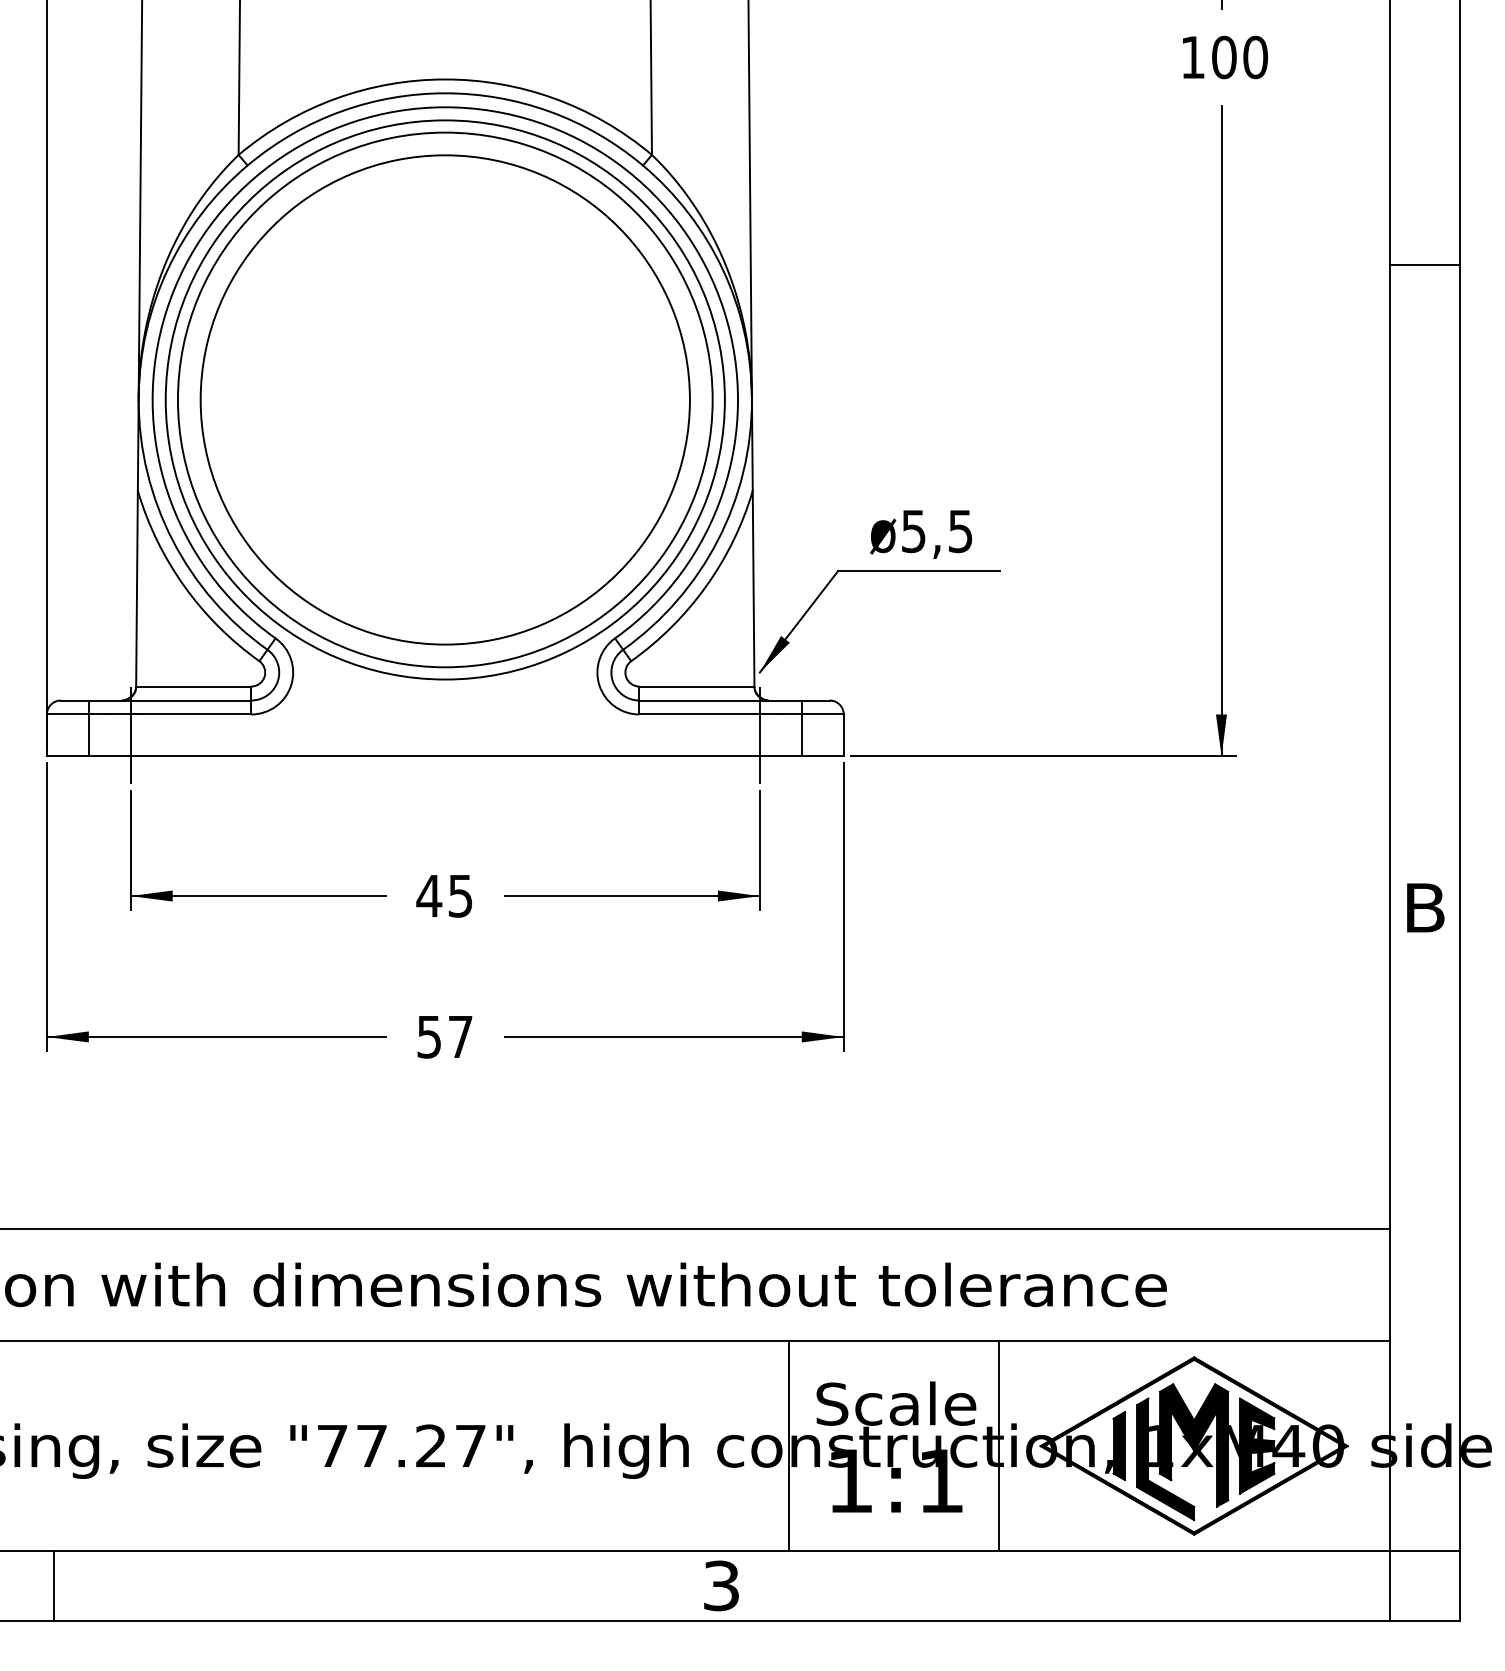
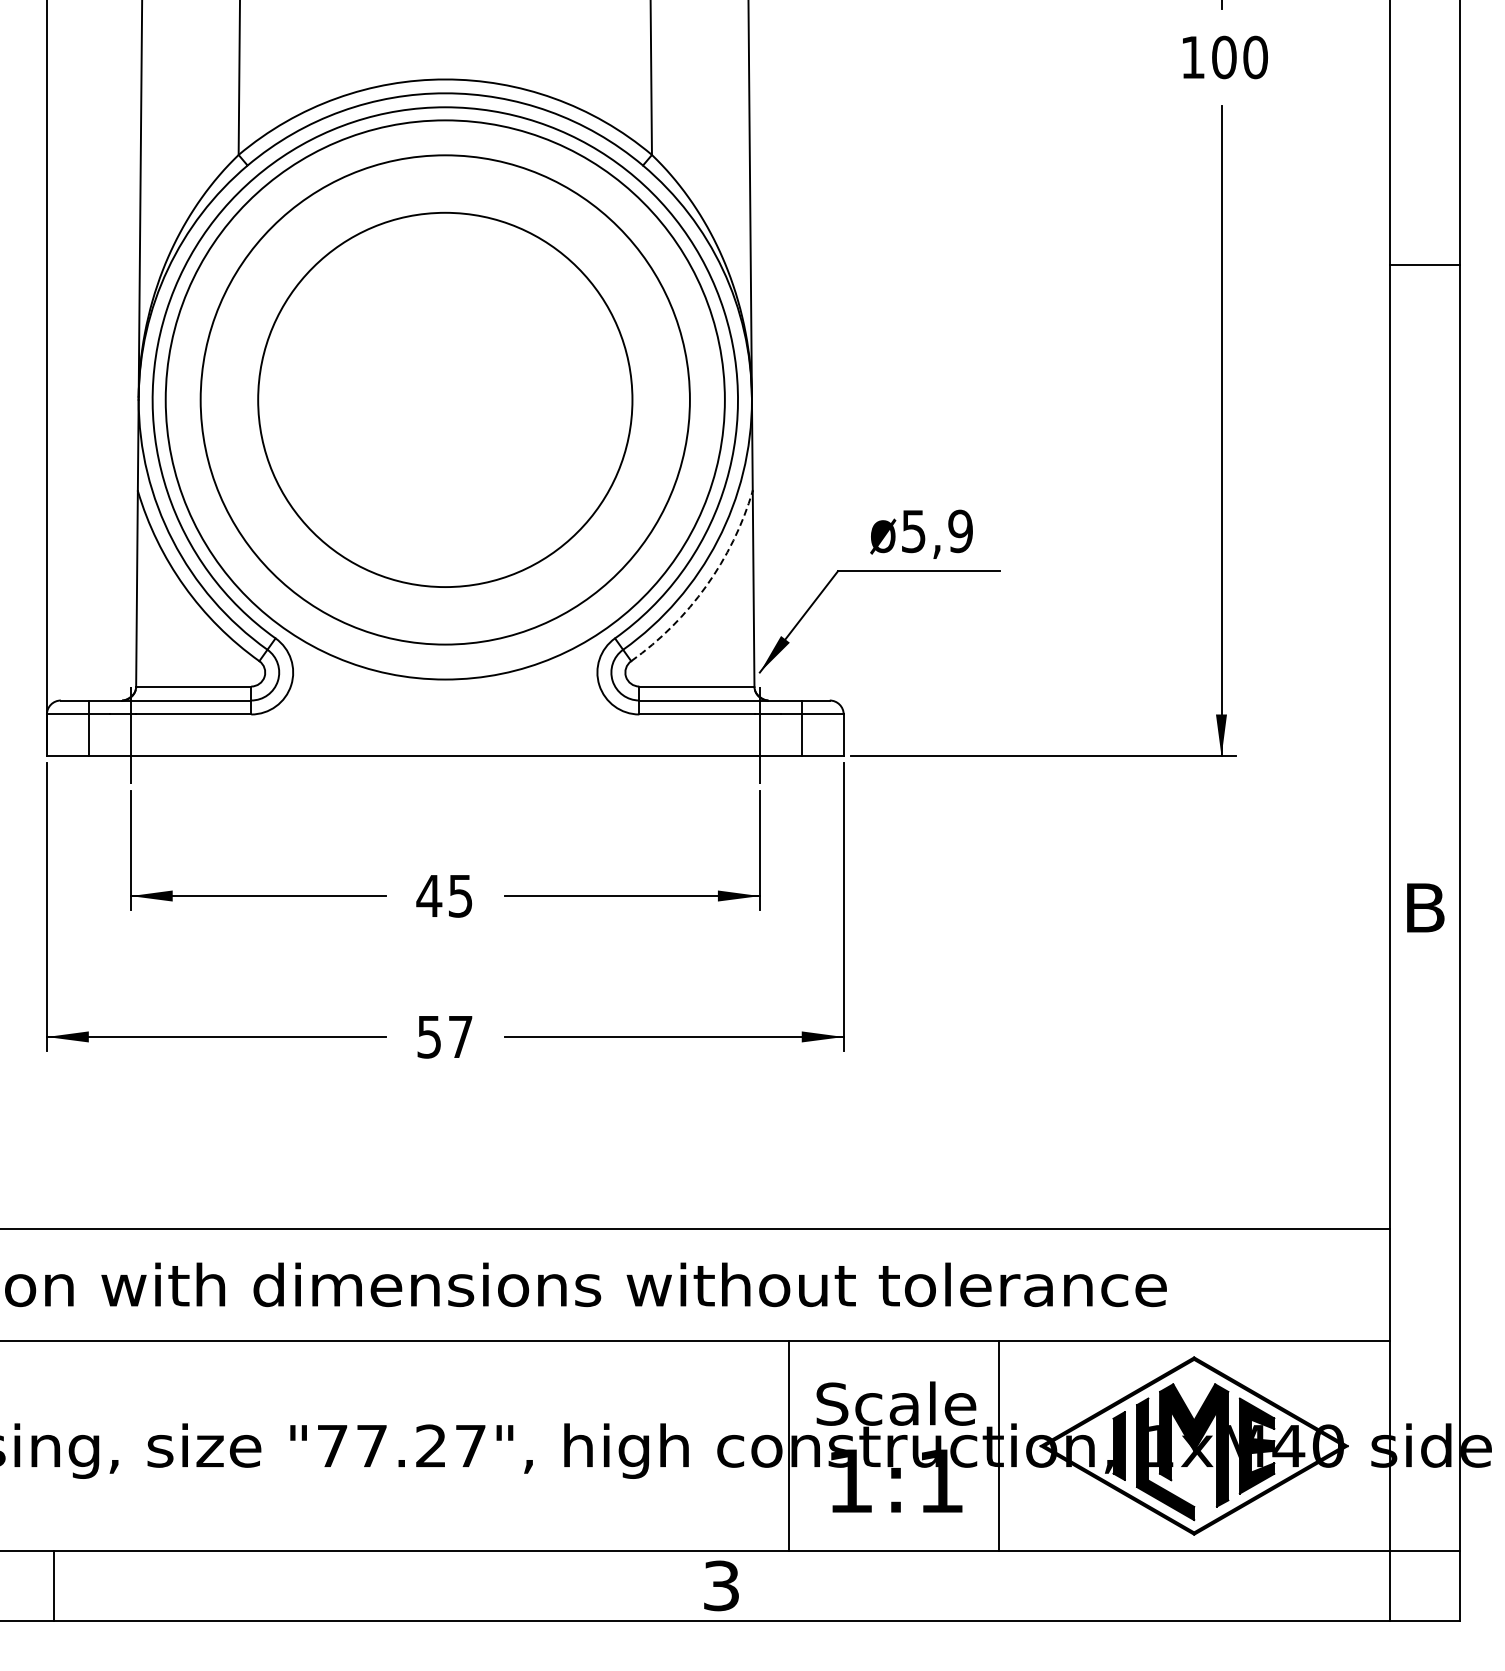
circle at (444, 399) diameter: 535 px -> 374 px
text at (960, 530): ø5,5 -> ø5,9
arc at (706, 586): solid -> dashed
